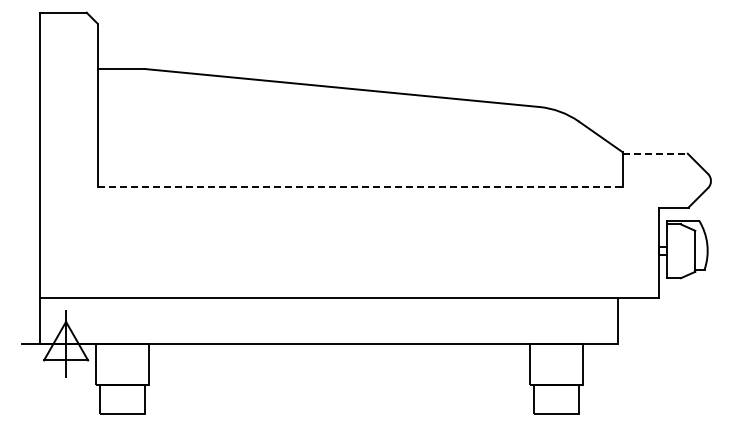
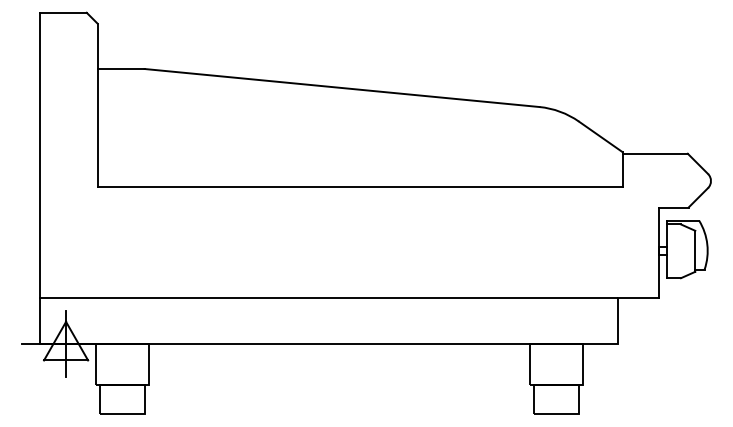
line at (655, 153): dashed -> solid
line at (360, 186): dashed -> solid
